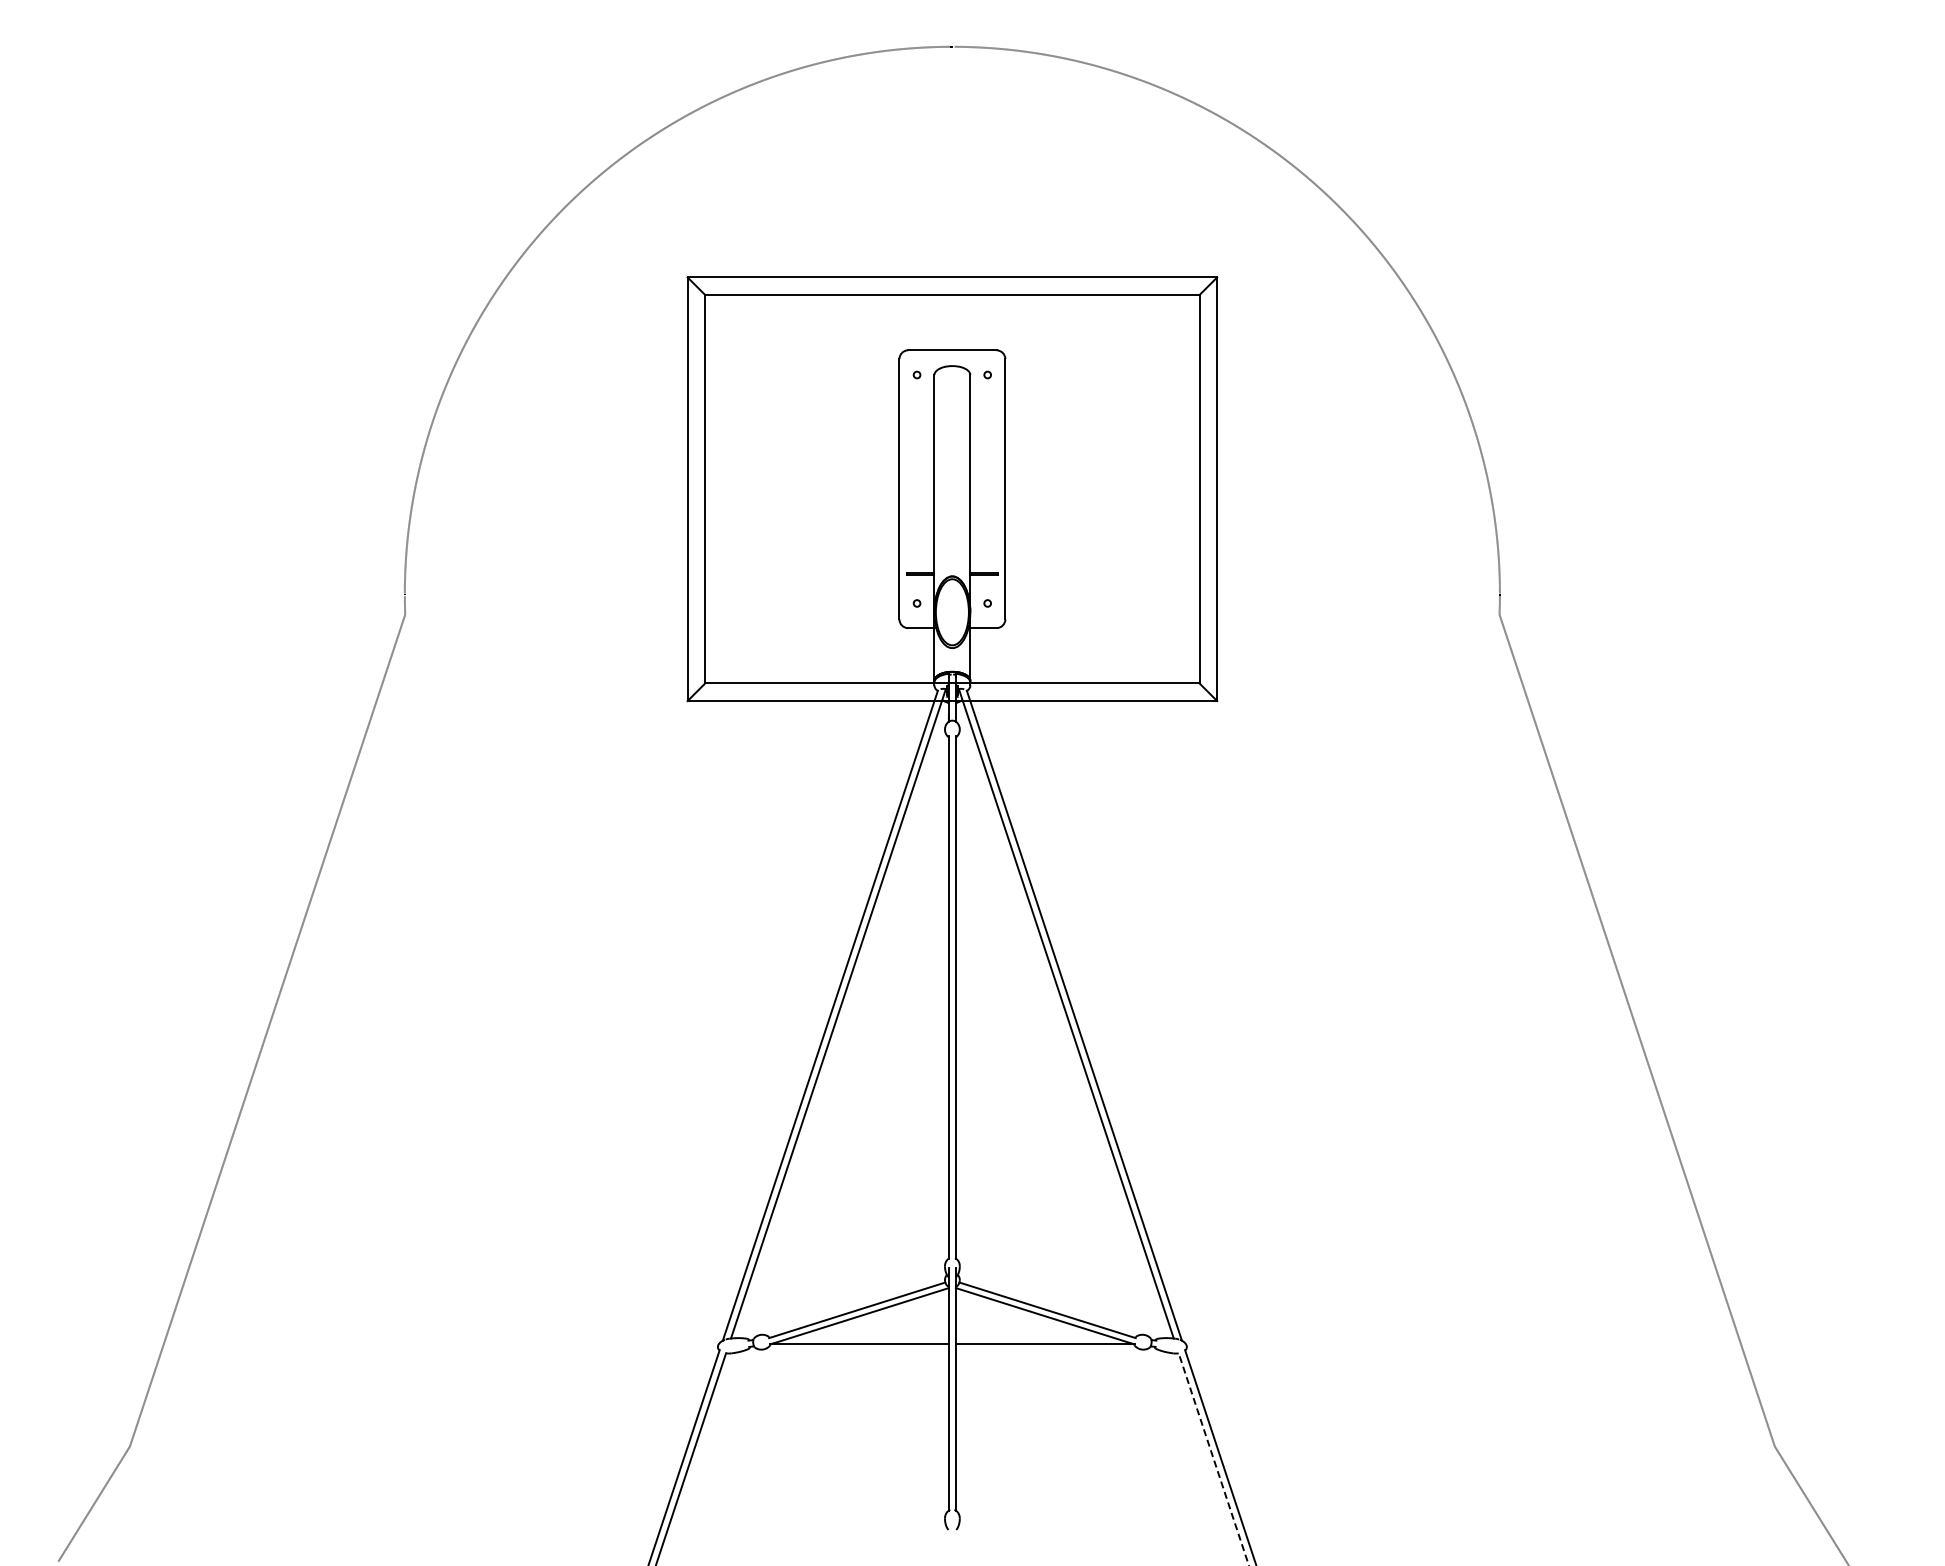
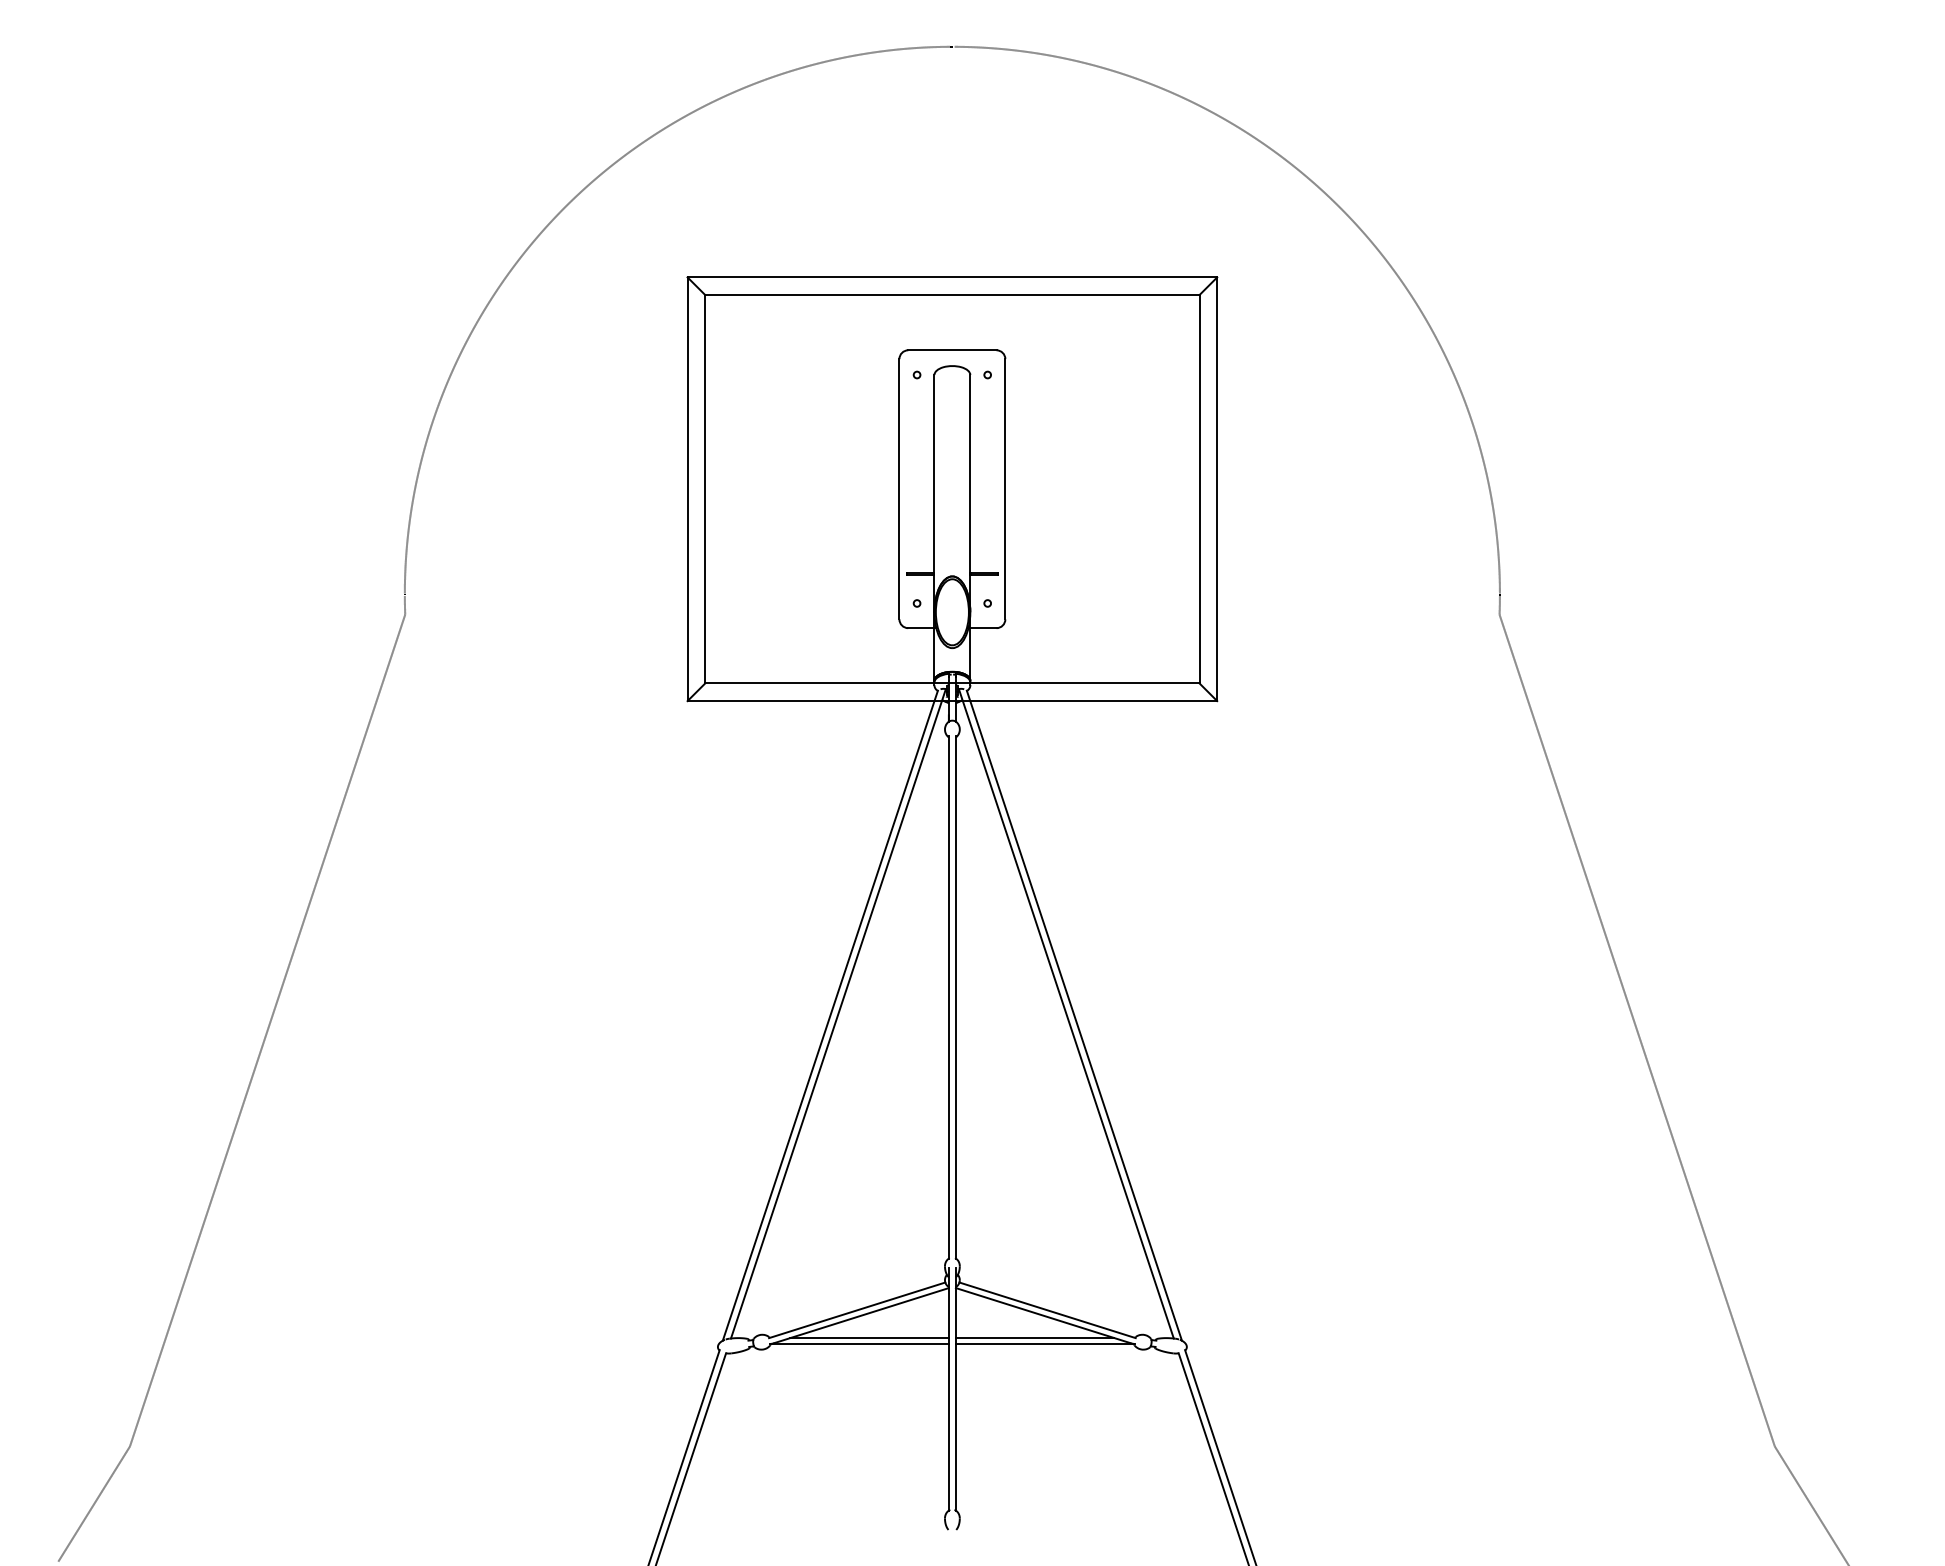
line at (869, 1338): none -> present
line at (1034, 1338): none -> present
line at (1213, 1459): dashed -> solid
